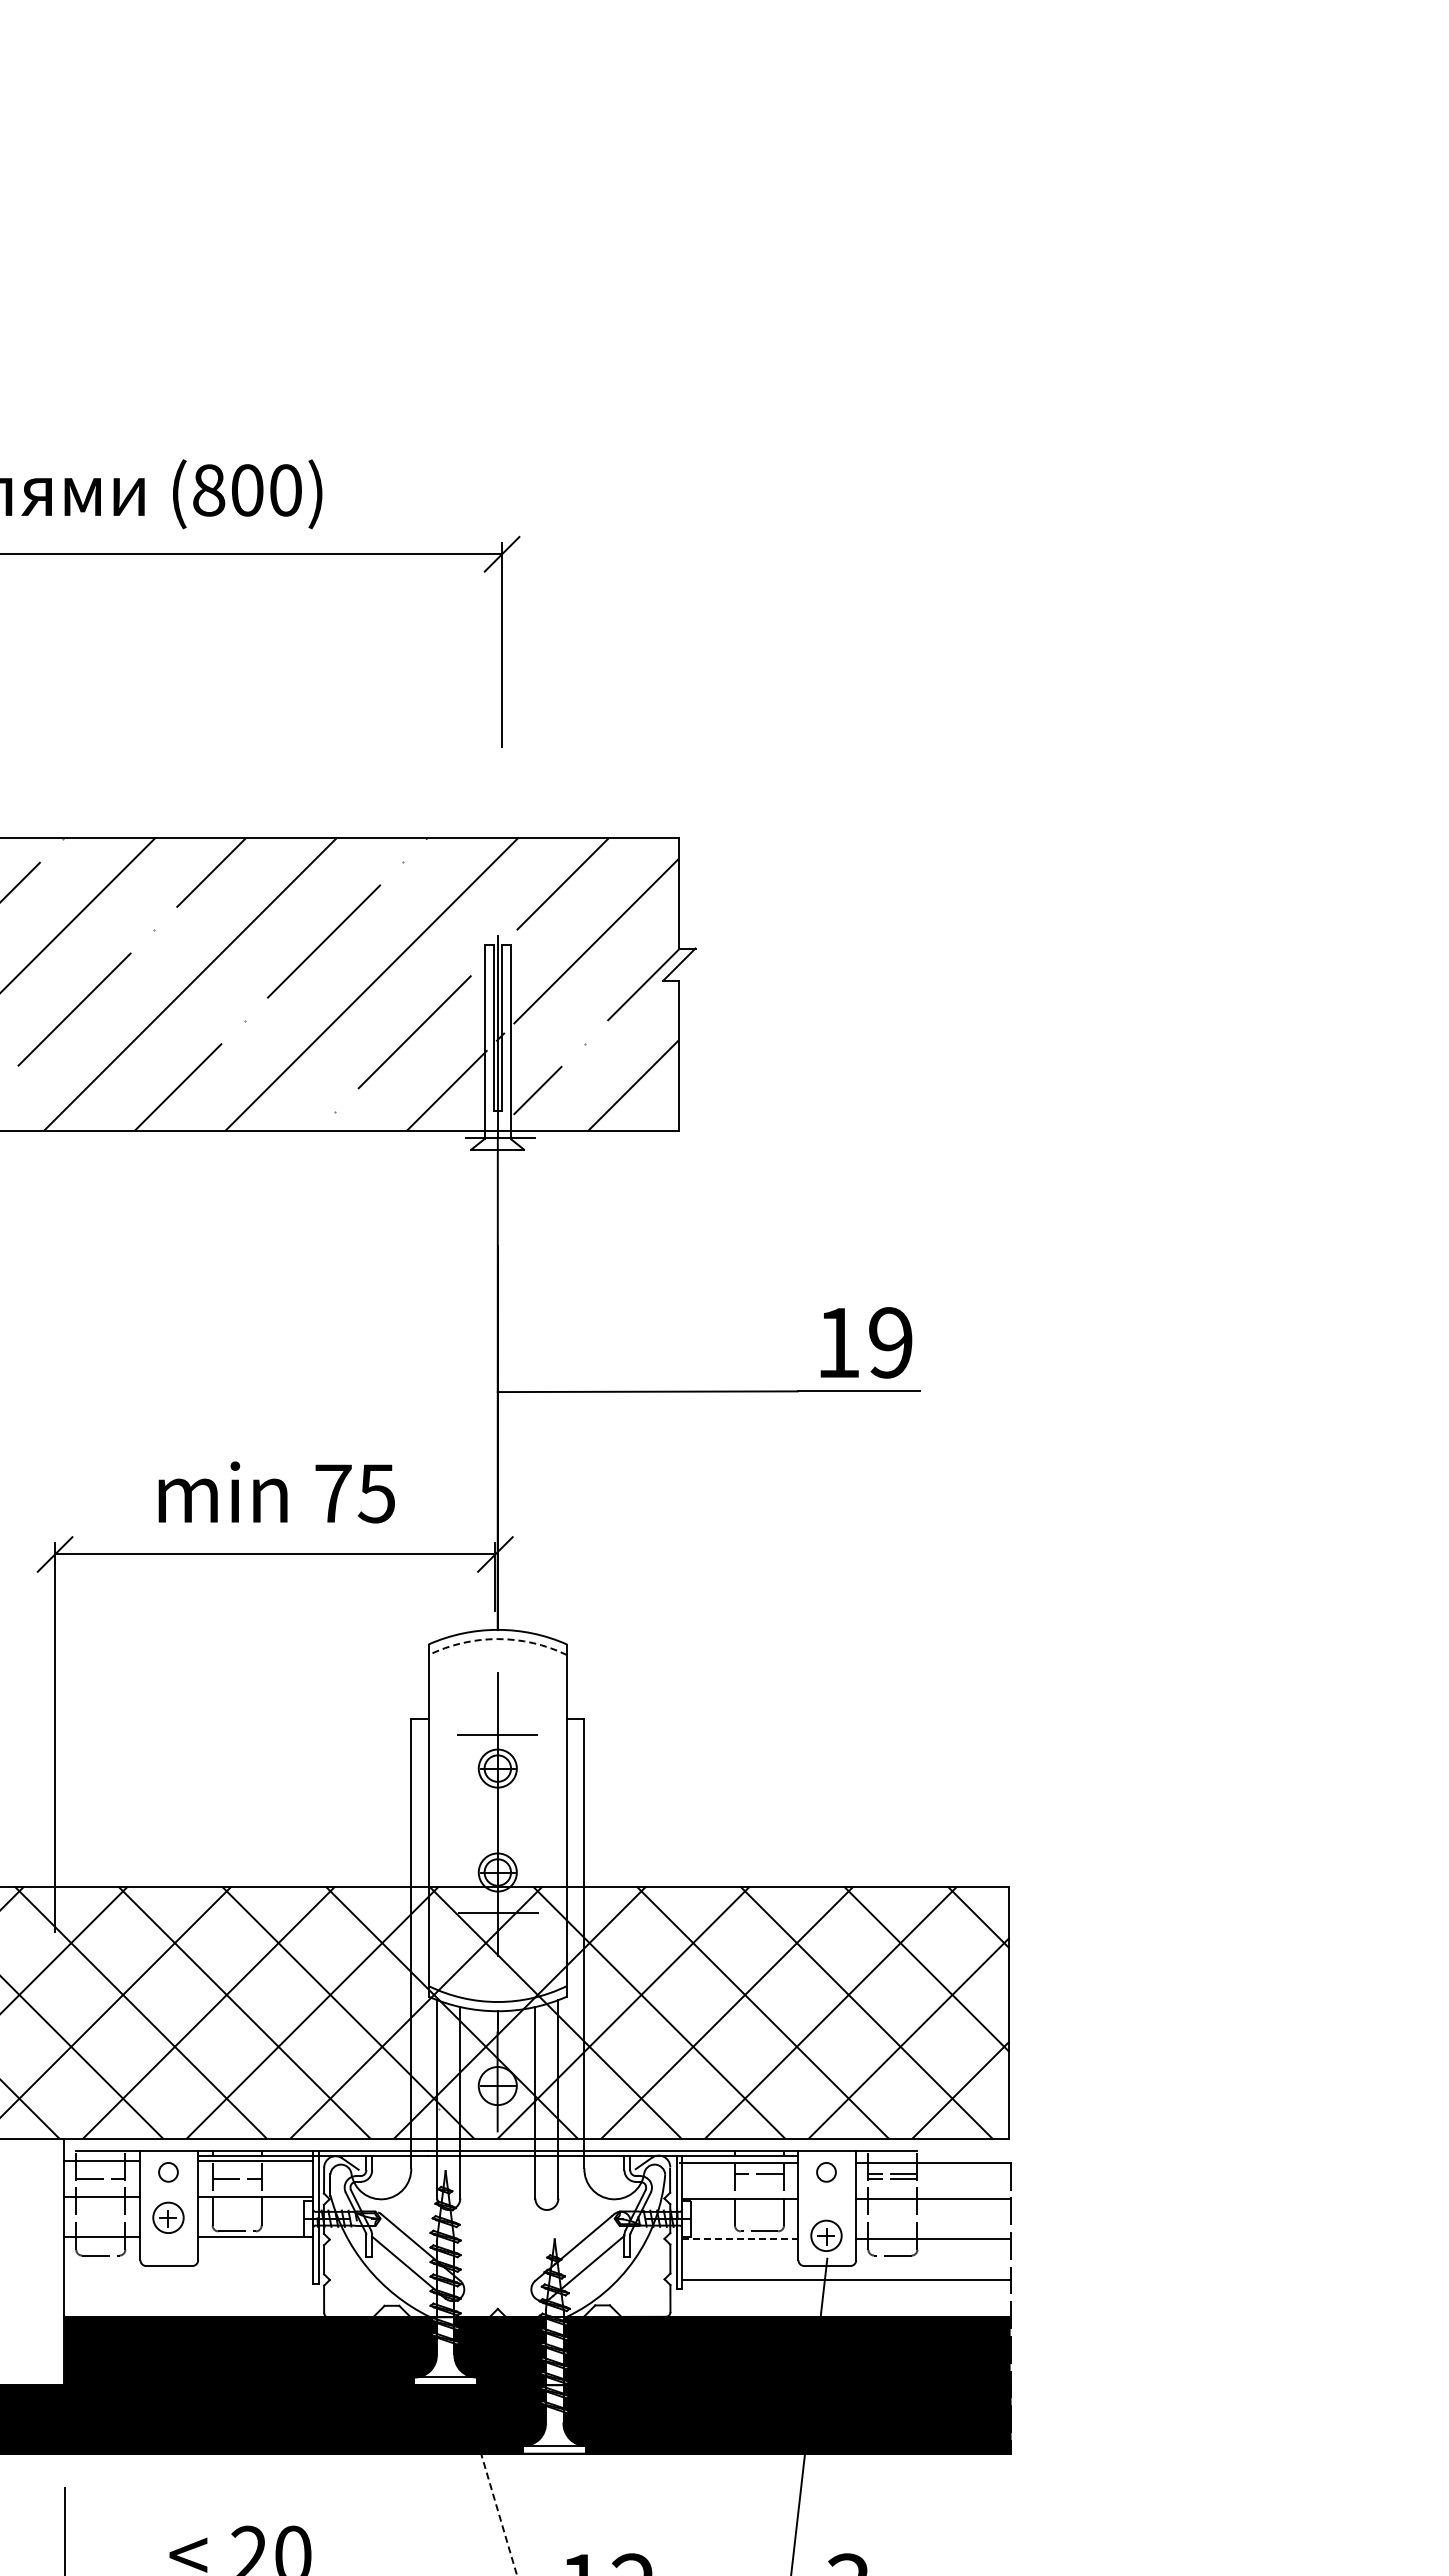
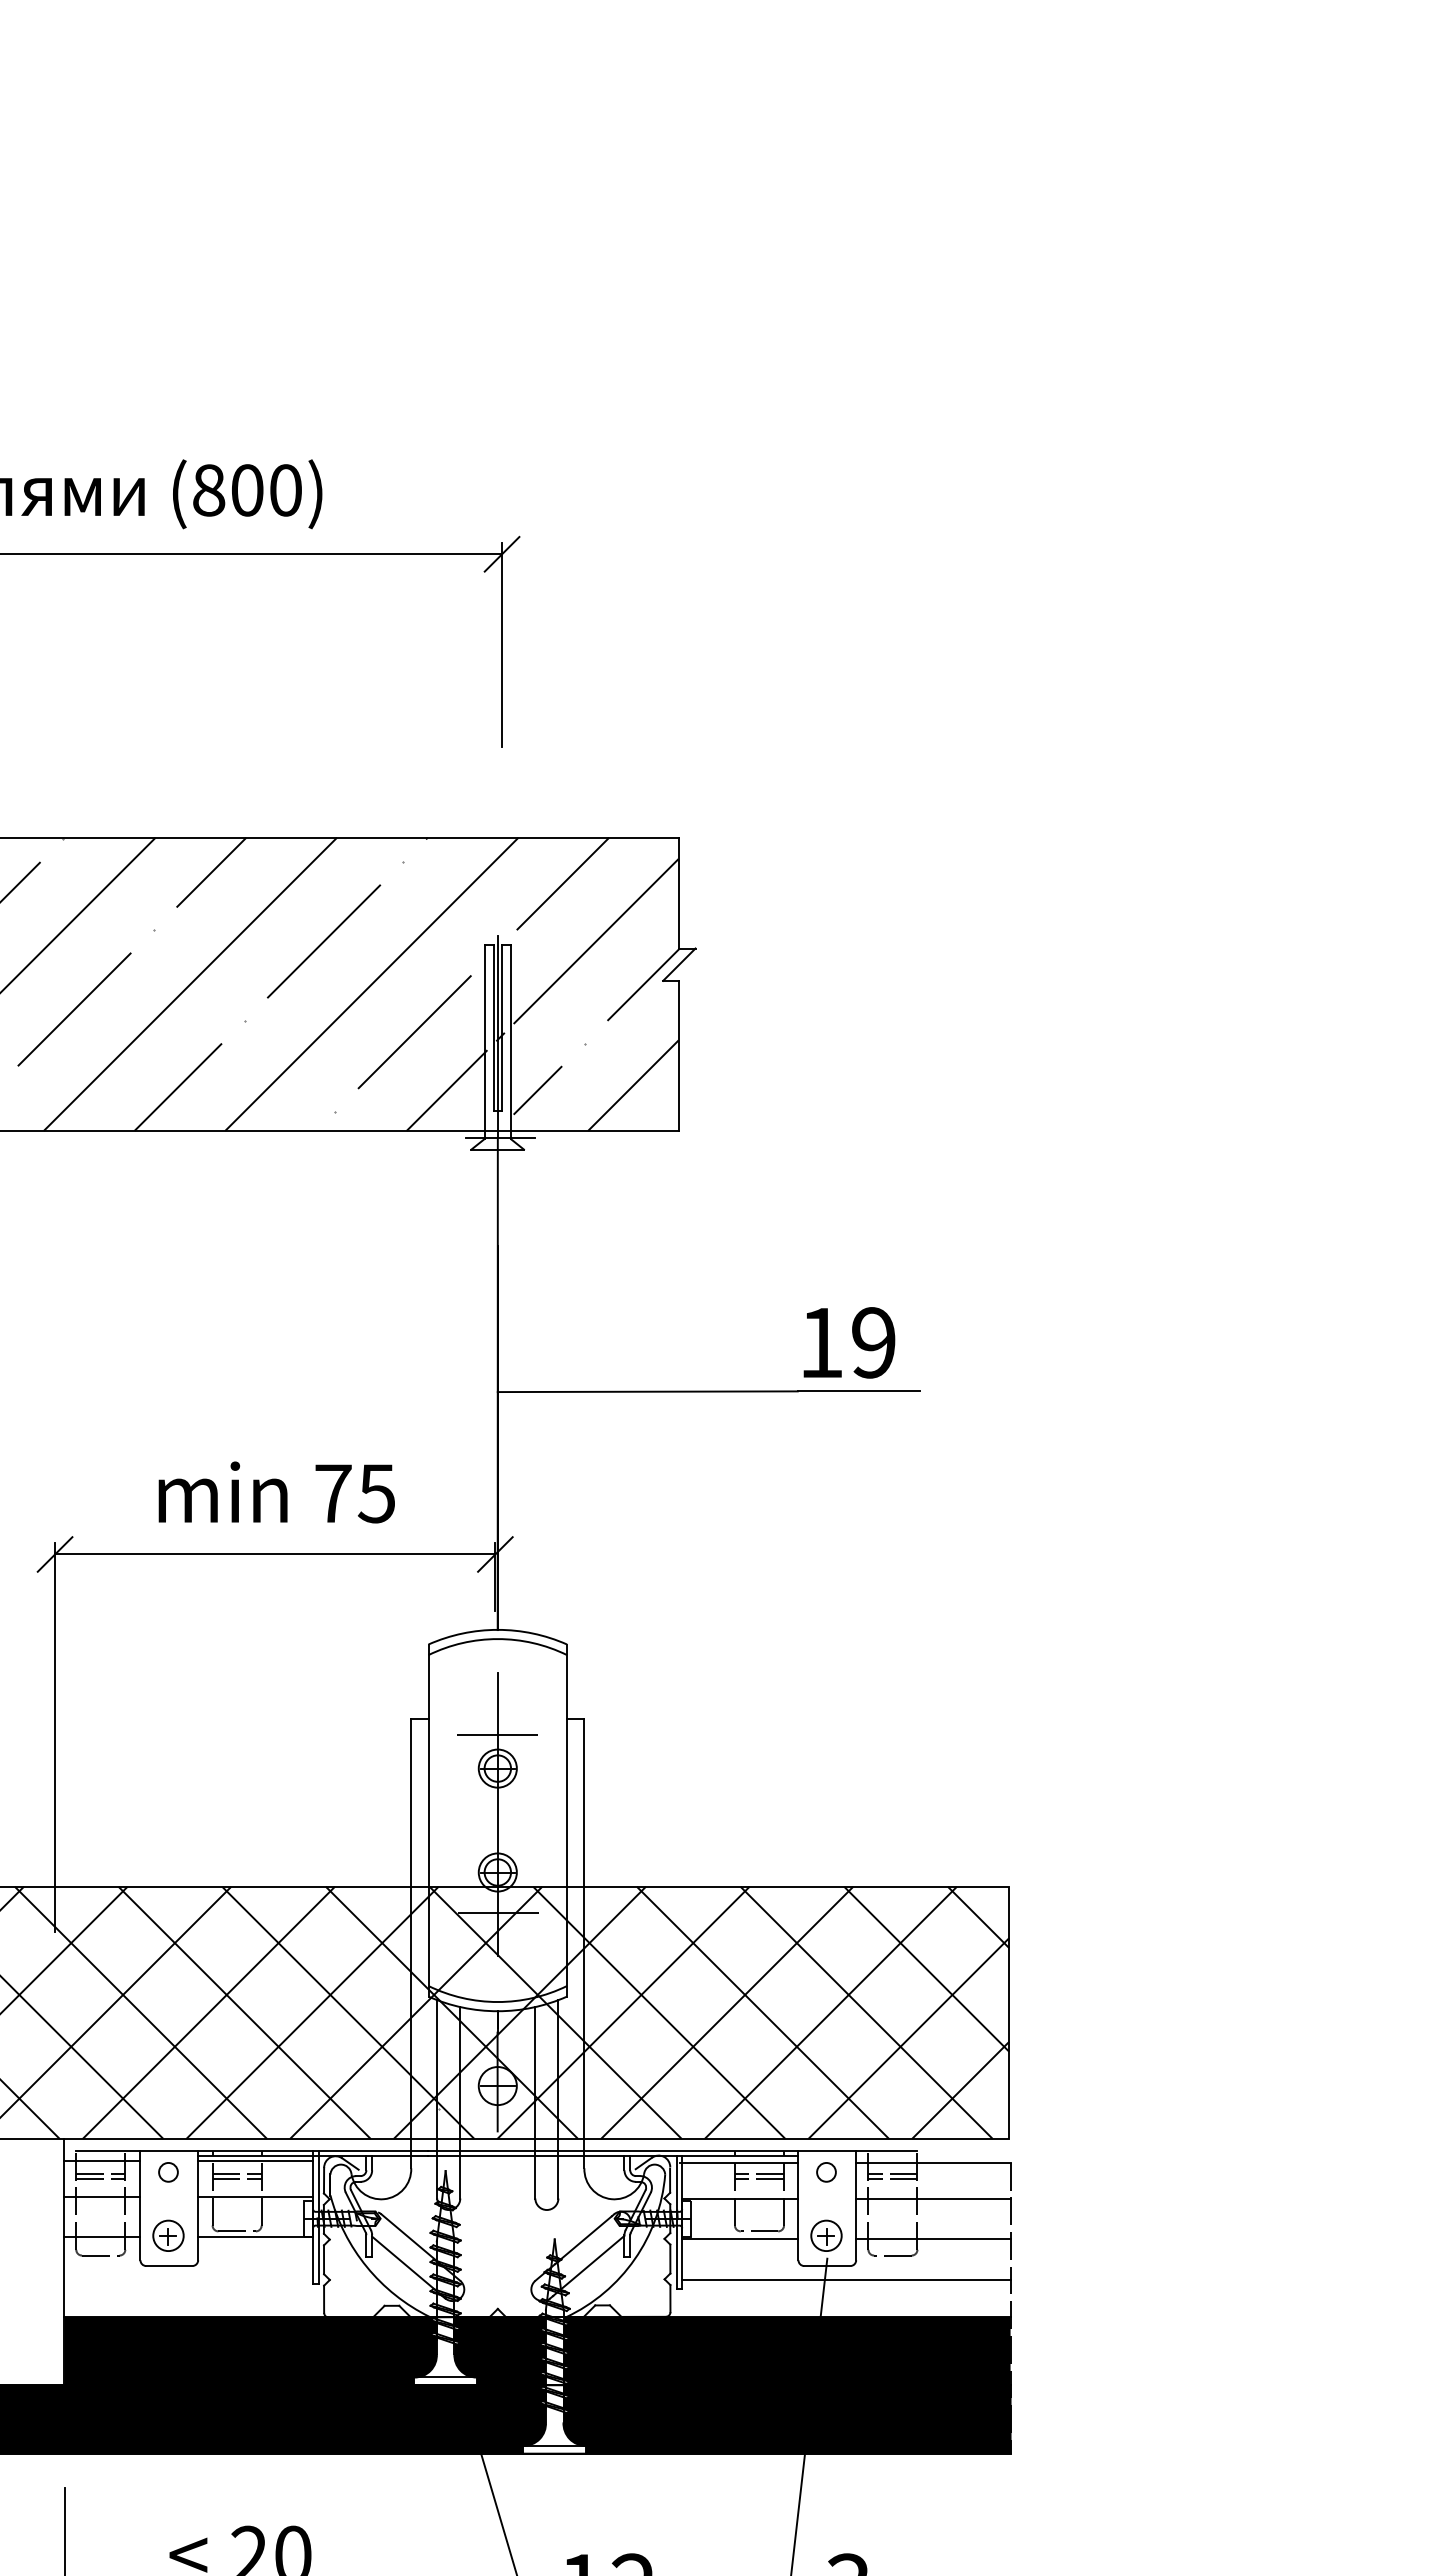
text at (866, 1342) position: (866, 1342) -> (849, 1342)
arc at (497, 1639): dashed -> solid
line at (100, 2173): none -> present
line at (236, 2173): none -> present
line at (759, 2179): none -> present
part at (168, 2217) position: (168, 2217) -> (168, 2235)
line at (740, 2239): dashed -> solid
line at (498, 2514): dashed -> solid
